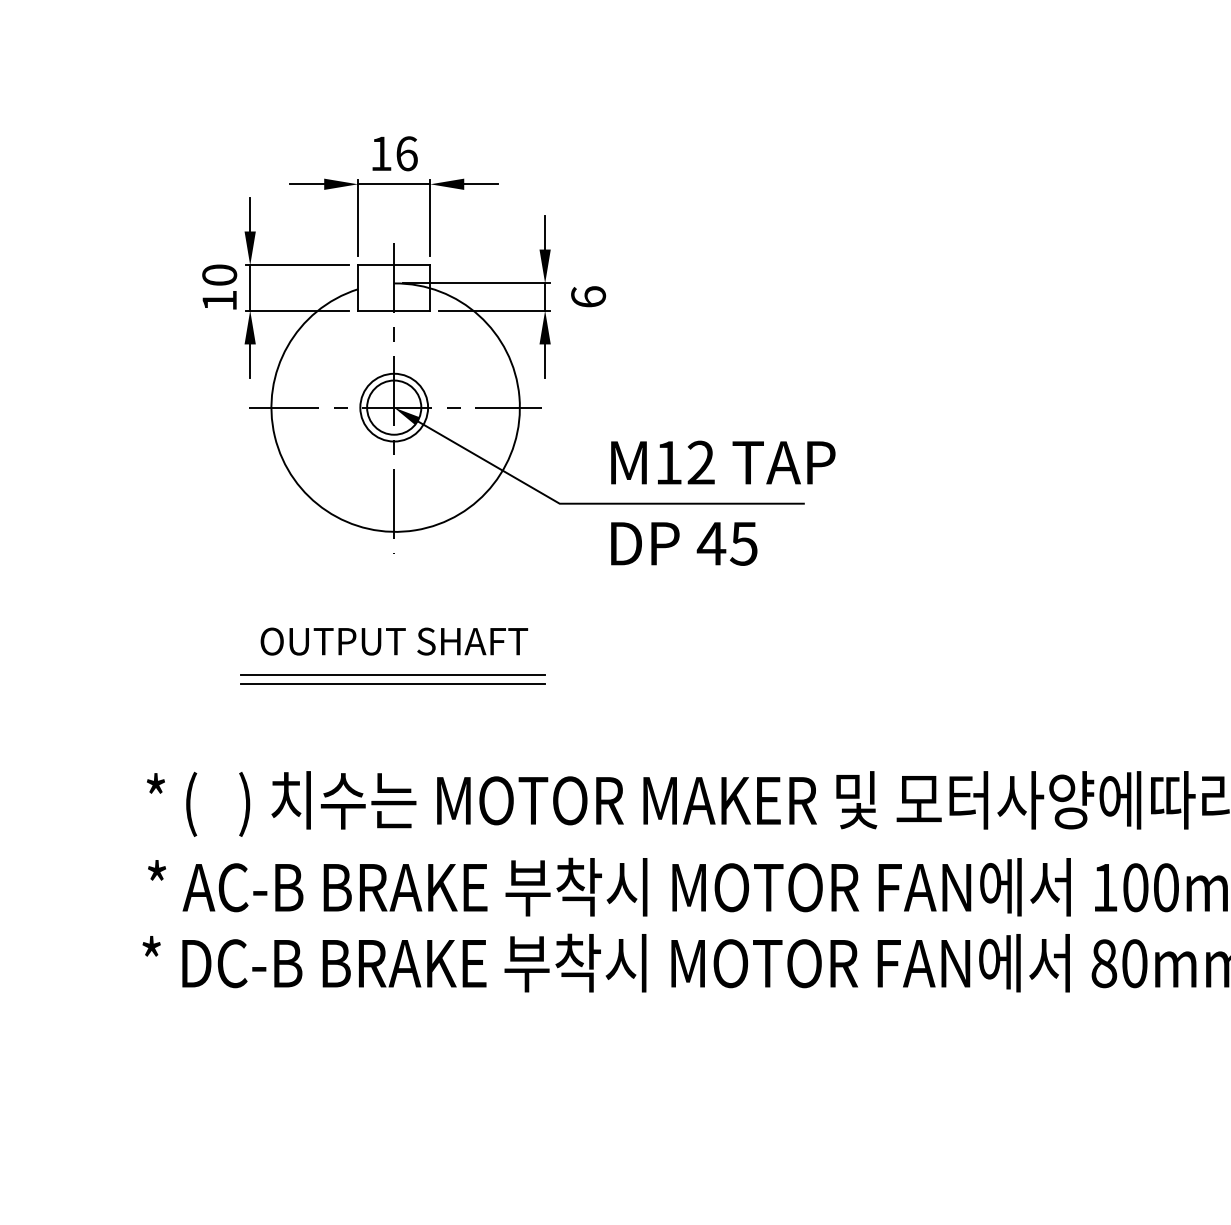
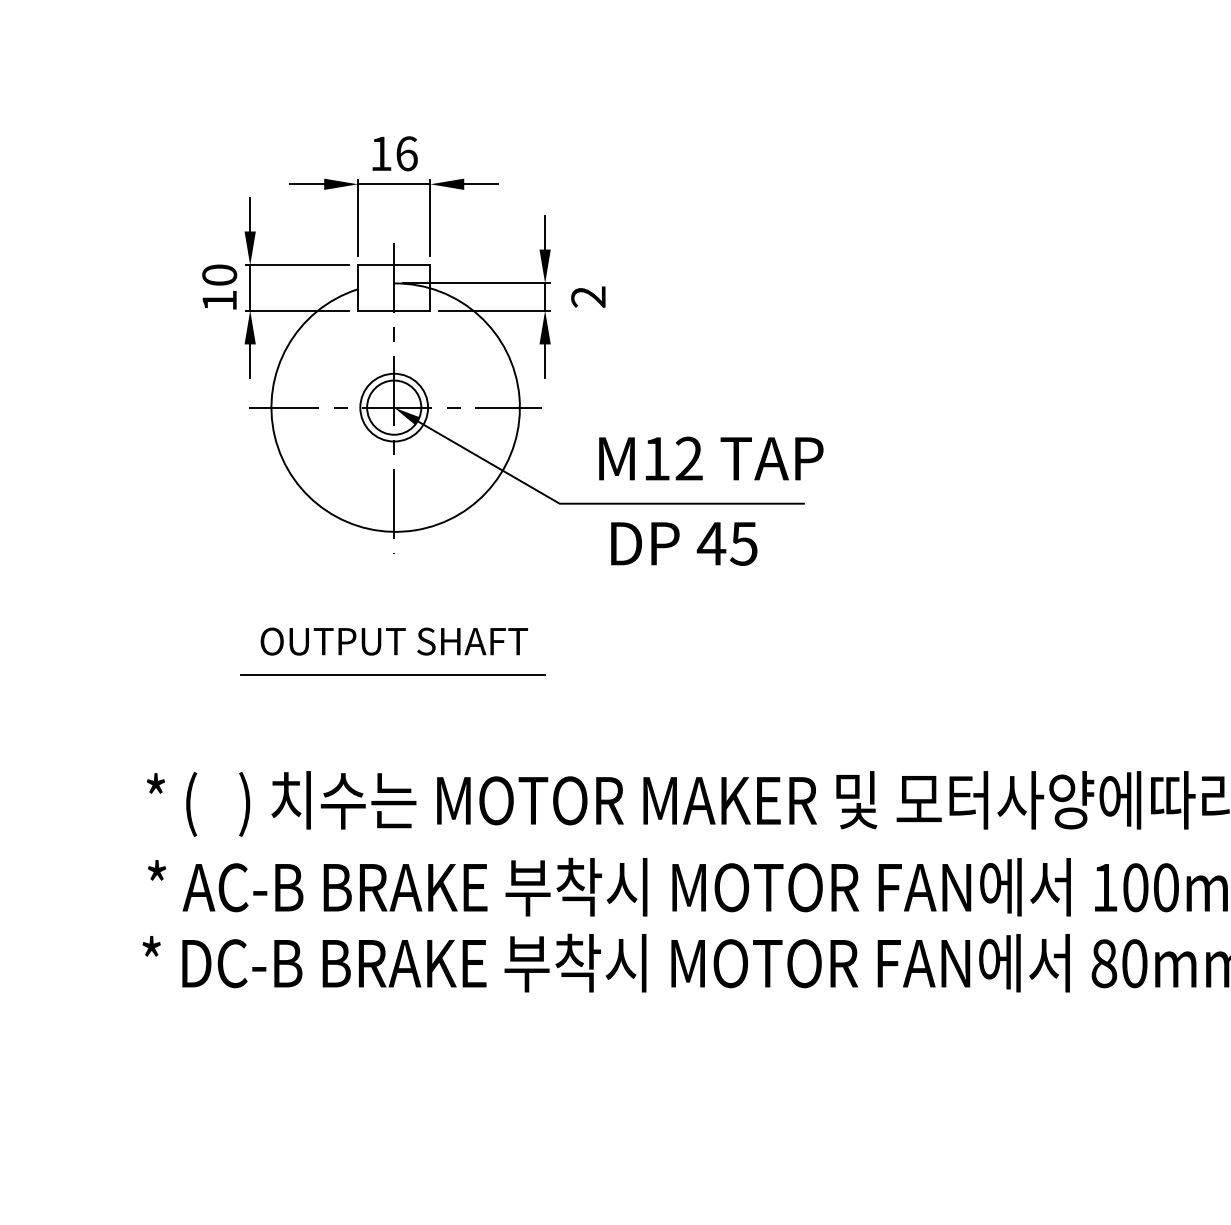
text at (588, 296): 6 -> 2
text at (723, 462) position: (723, 462) -> (711, 458)
line at (393, 683): present -> none
